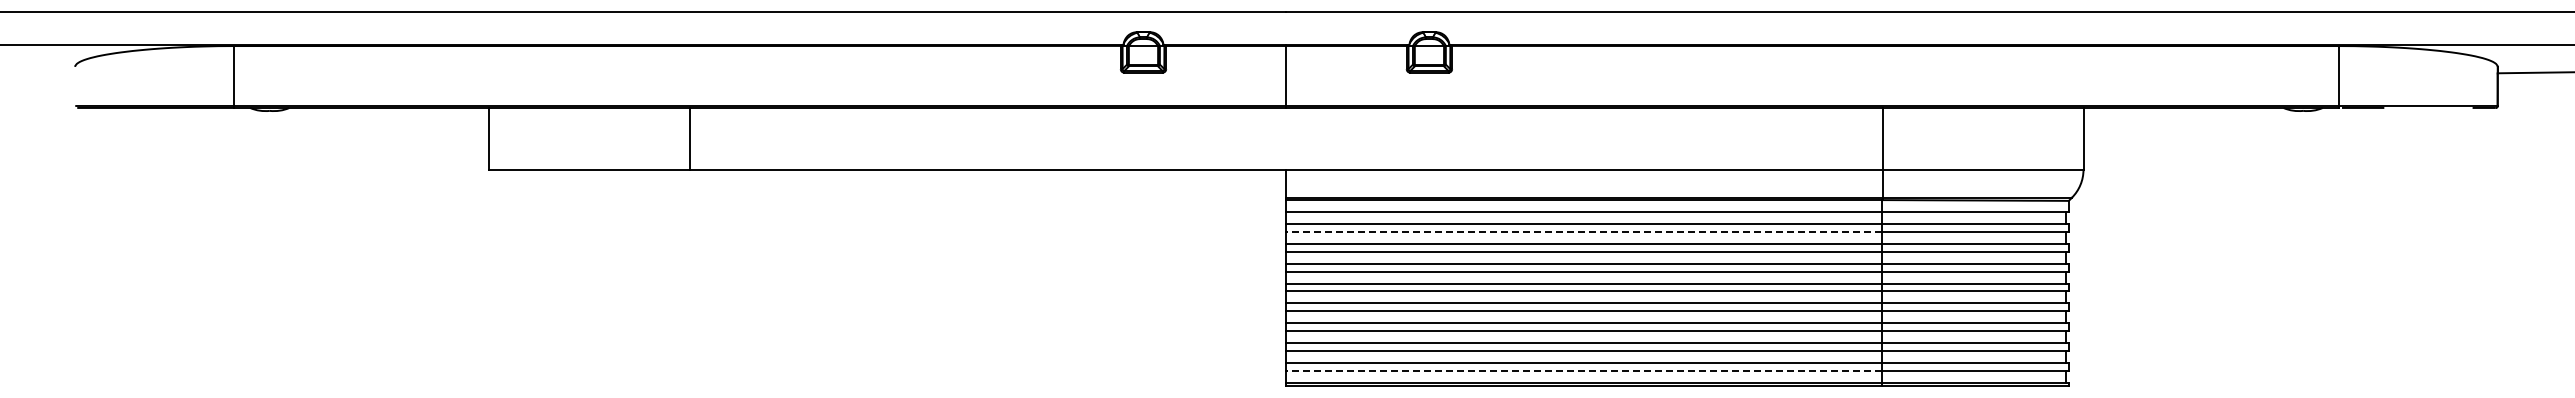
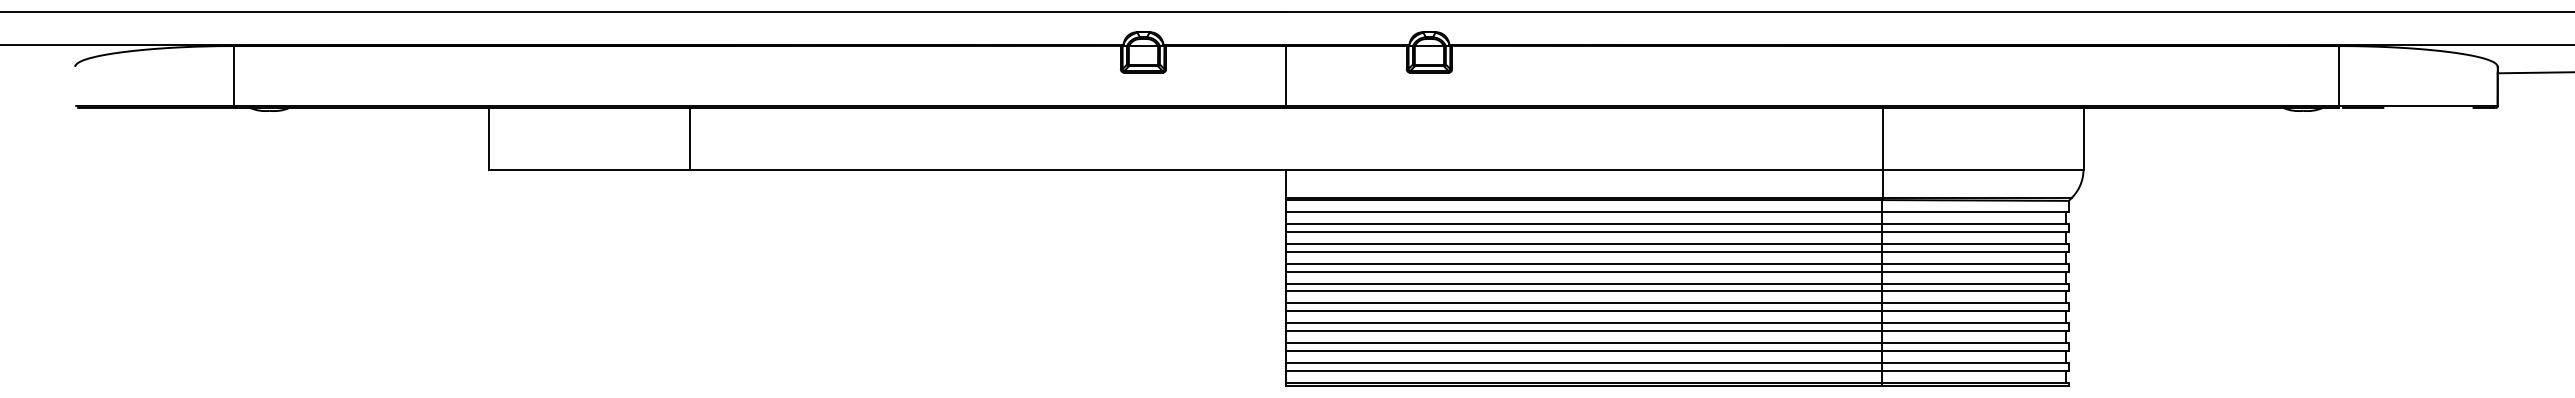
line at (1584, 231): dashed -> solid
line at (1584, 370): dashed -> solid
